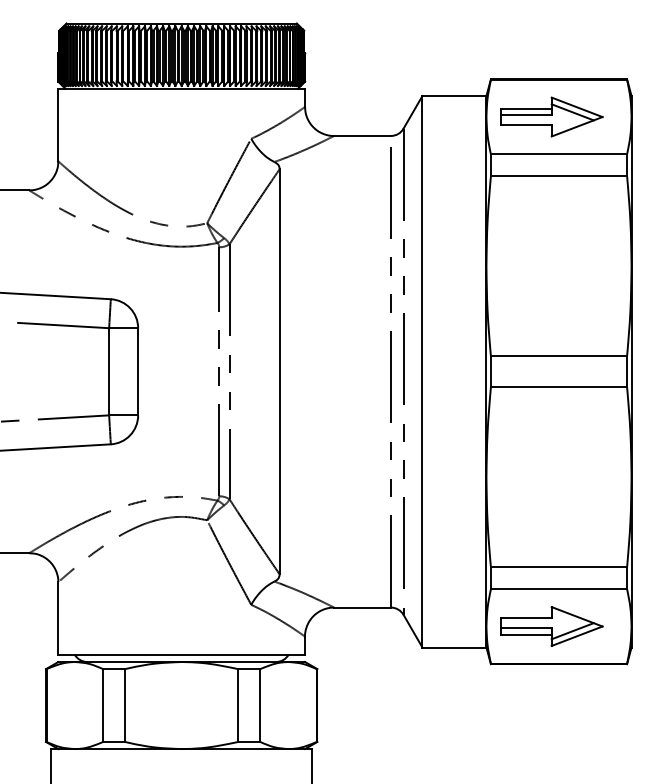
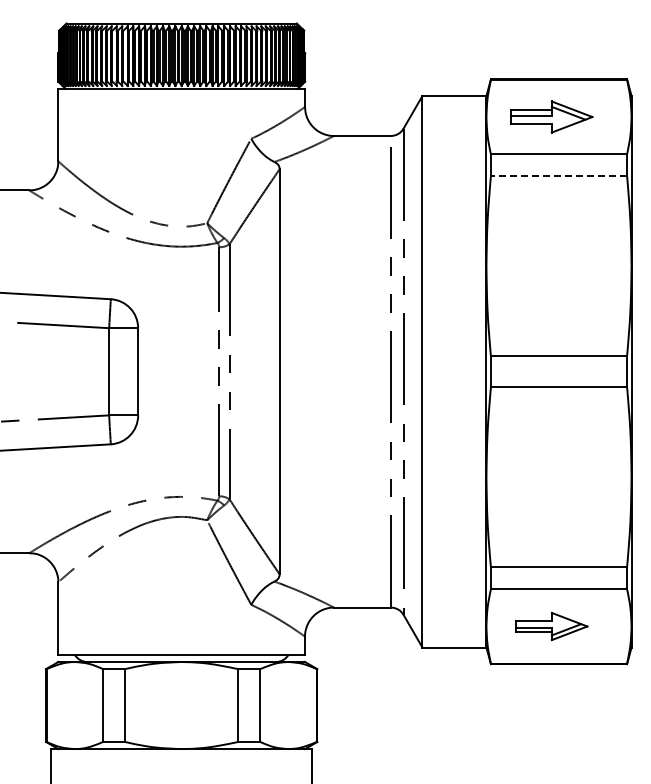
part at (551, 116) size: 104x42 px -> 84x34 px
line at (558, 176): solid -> dashed
part at (551, 626) size: 104x41 px -> 74x31 px
